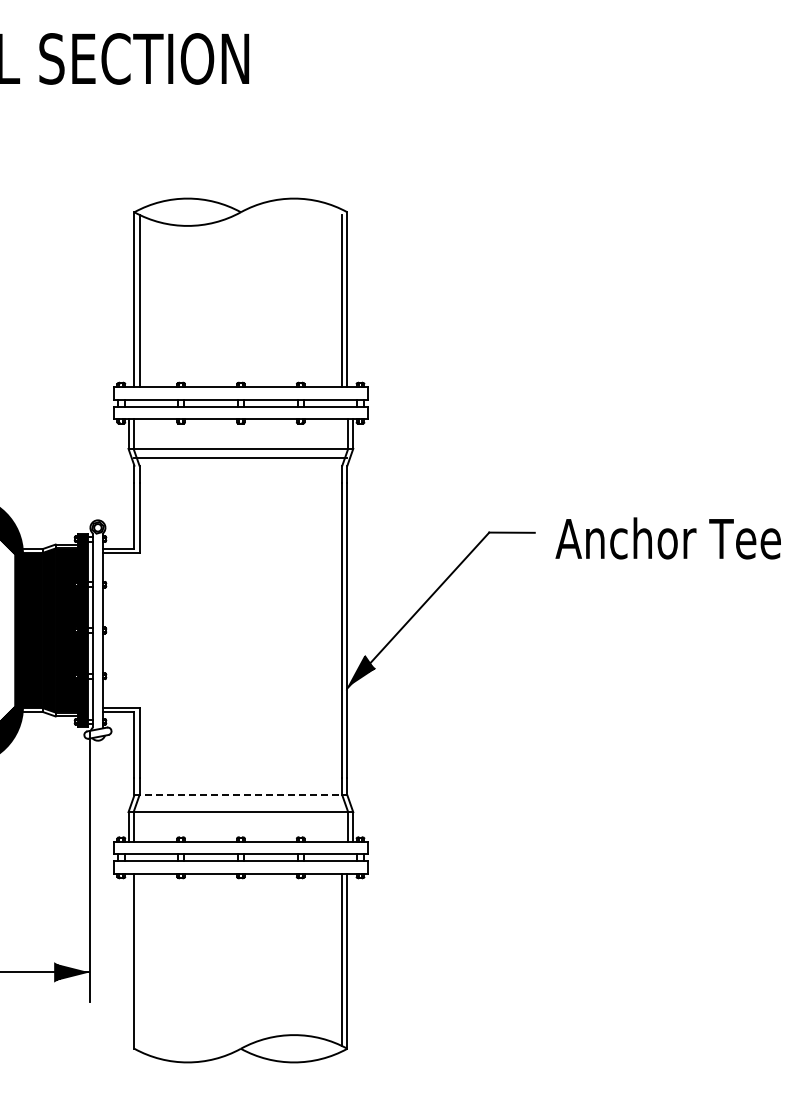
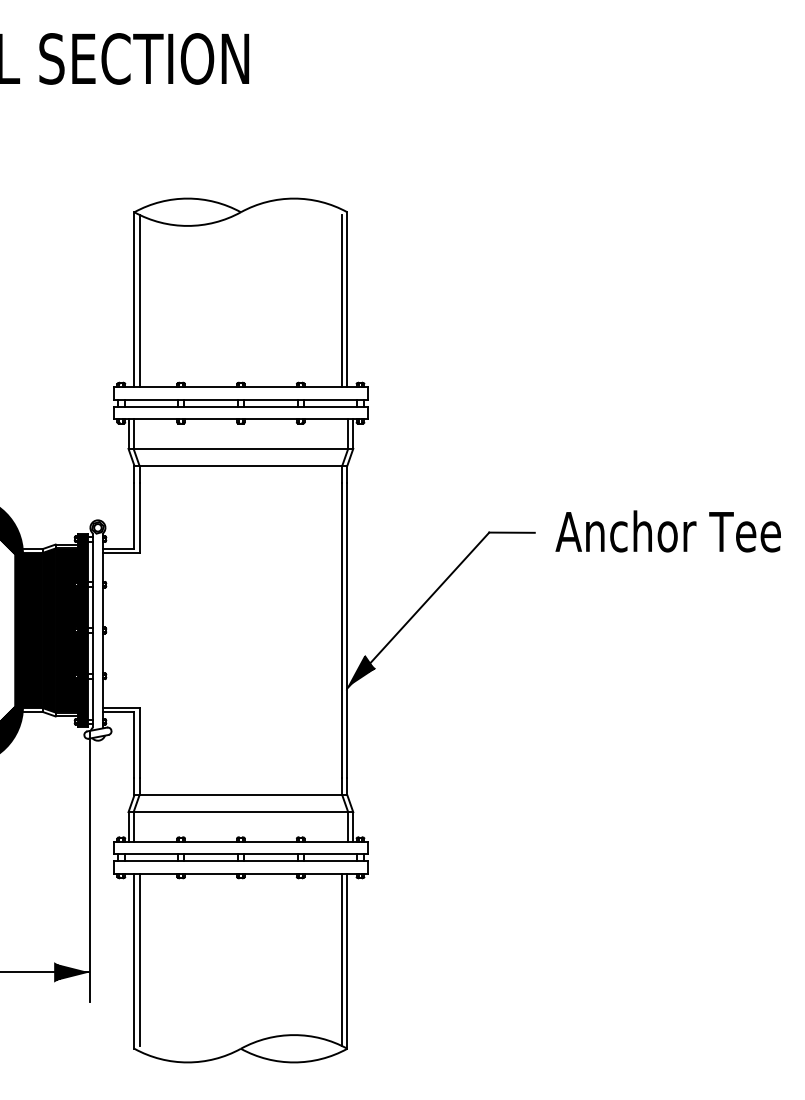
line at (240, 457) position: (240, 457) -> (240, 465)
text at (667, 538) position: (667, 538) -> (667, 531)
line at (241, 795): dashed -> solid
line at (139, 959): none -> present
